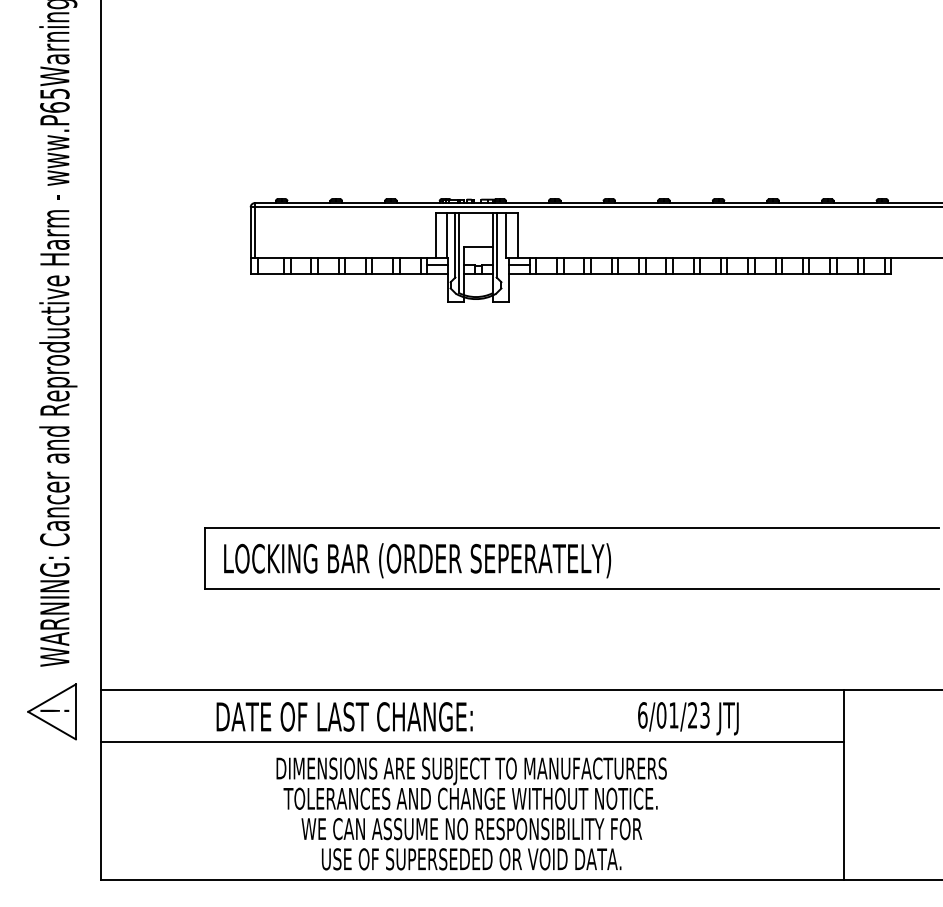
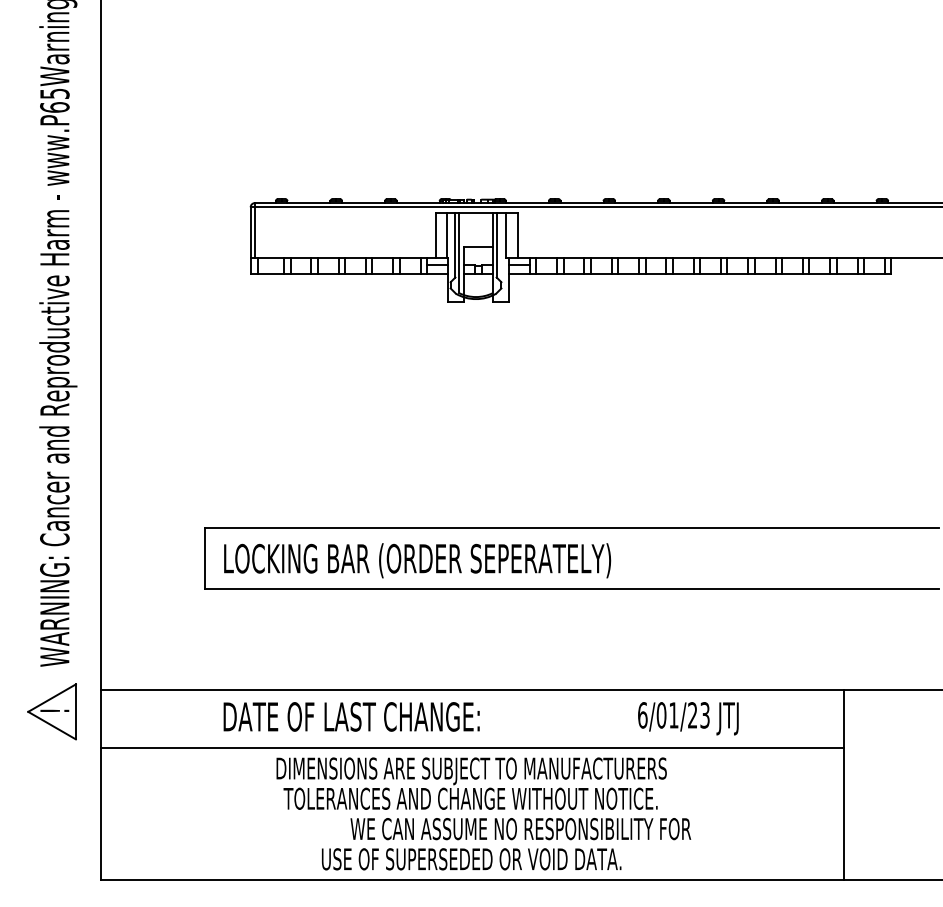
text at (344, 716) position: (344, 716) -> (351, 716)
line at (472, 741) position: (472, 741) -> (472, 747)
text at (471, 829) position: (471, 829) -> (520, 829)
